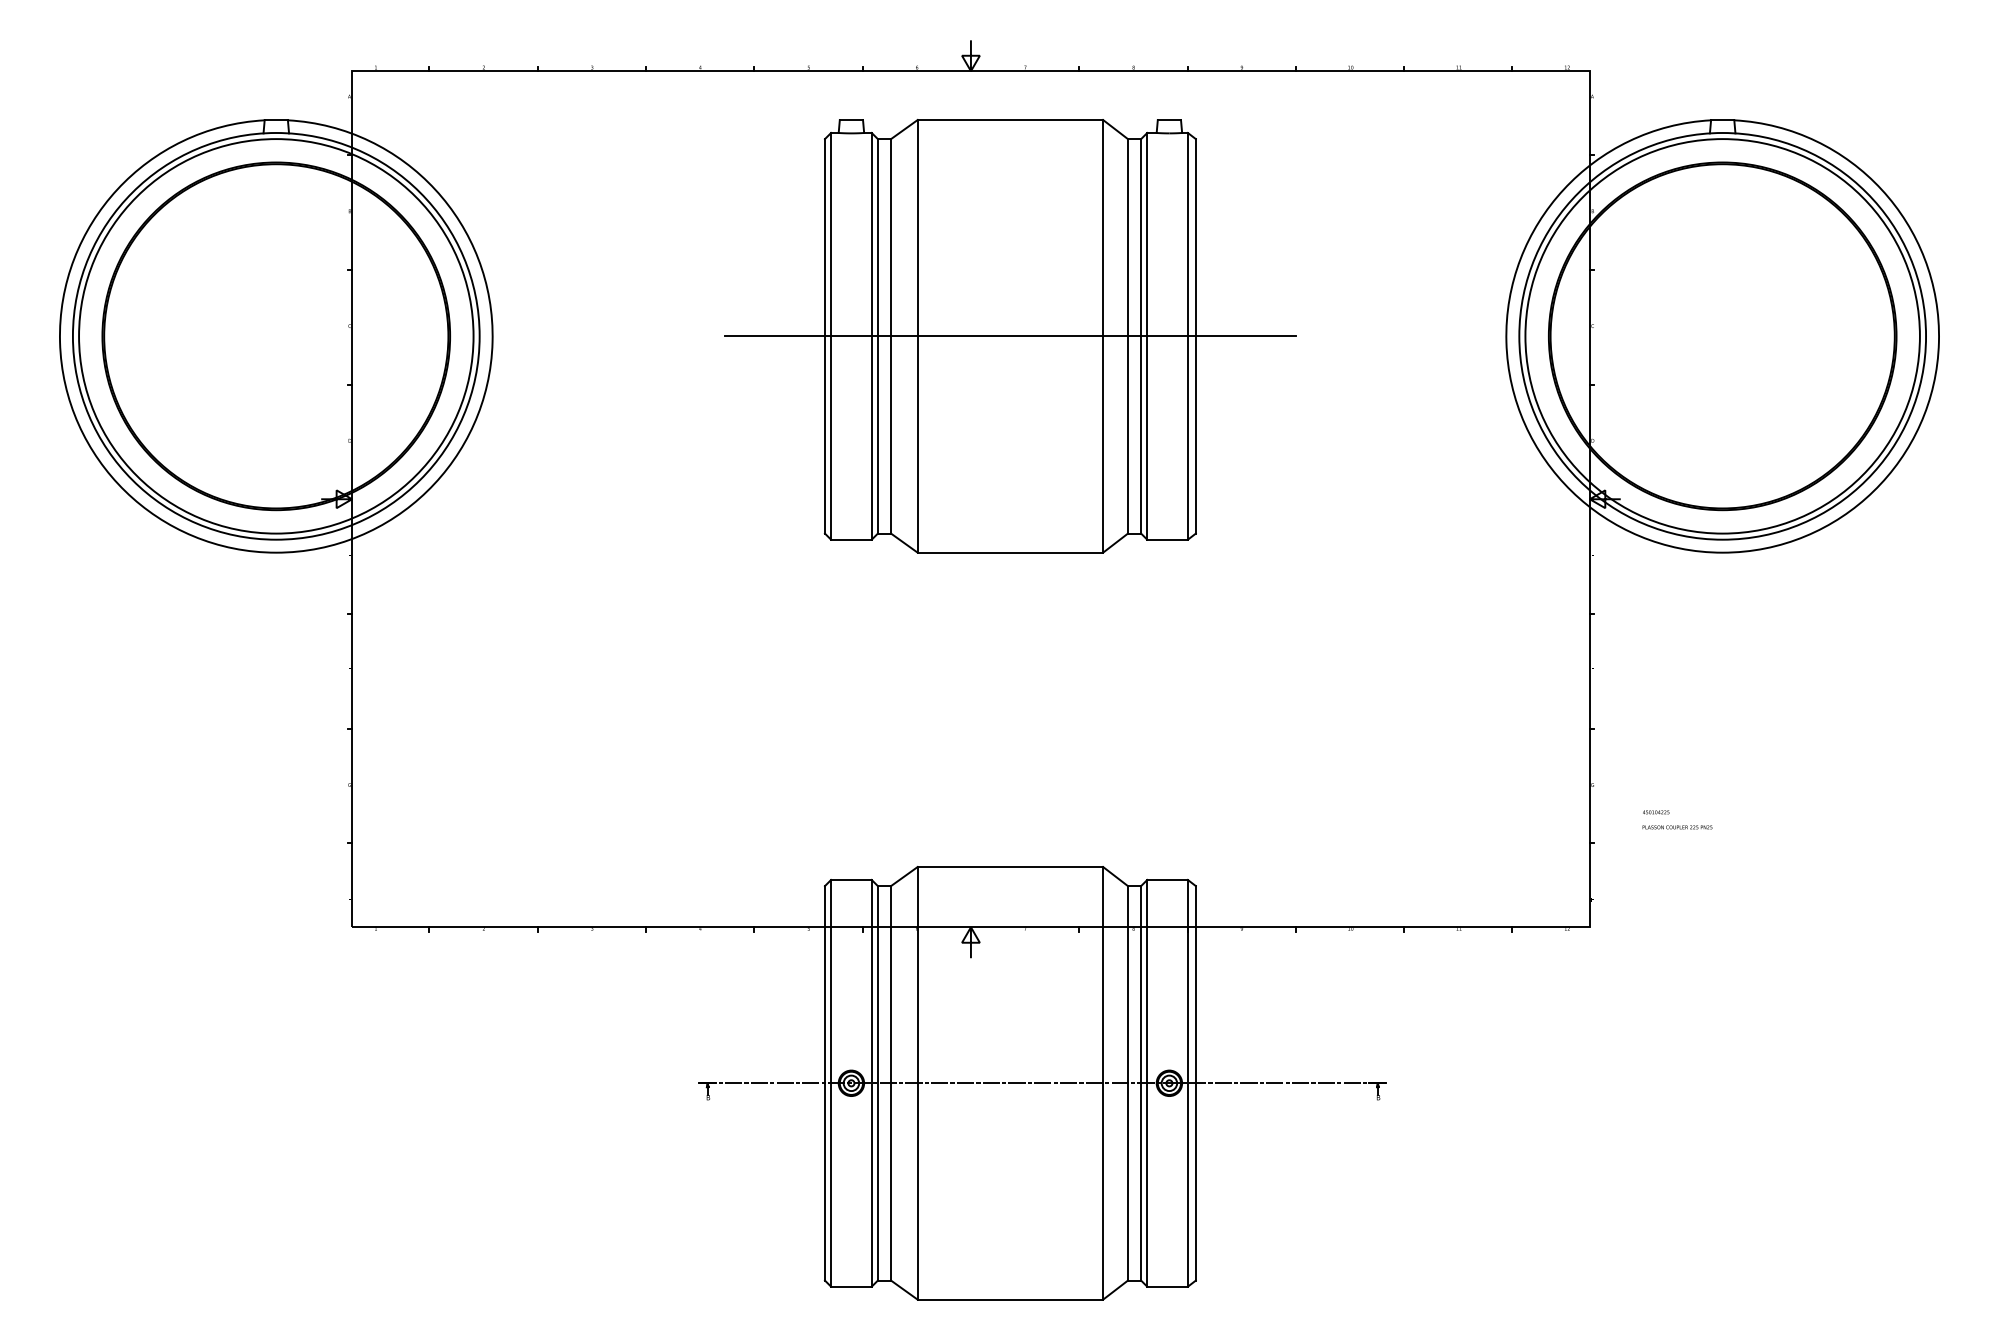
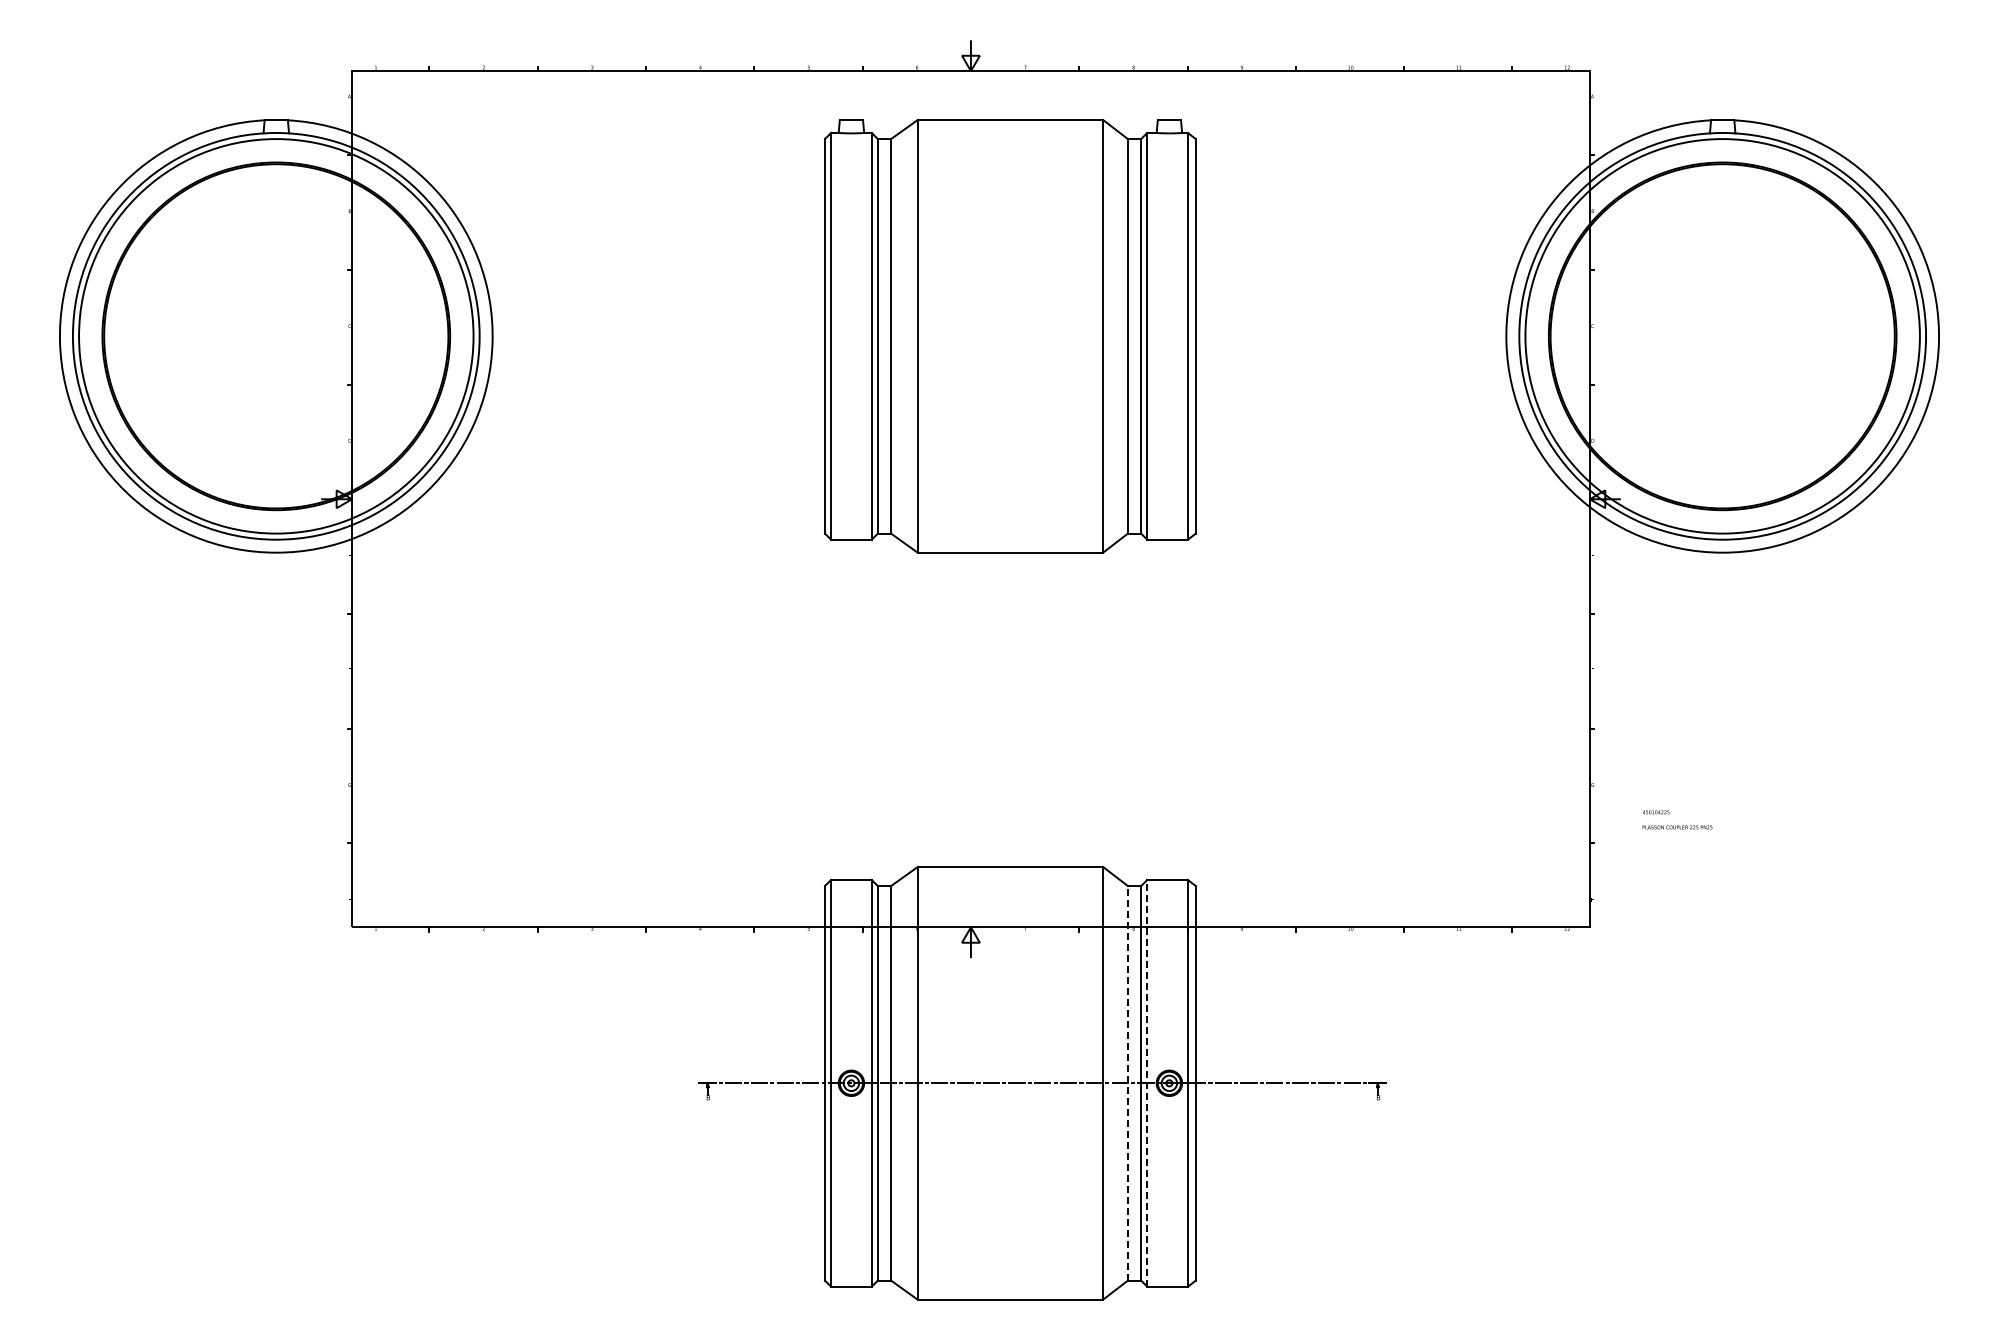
line at (1010, 336): present -> none
line at (1127, 1082): solid -> dashed
line at (1147, 1082): solid -> dashed
